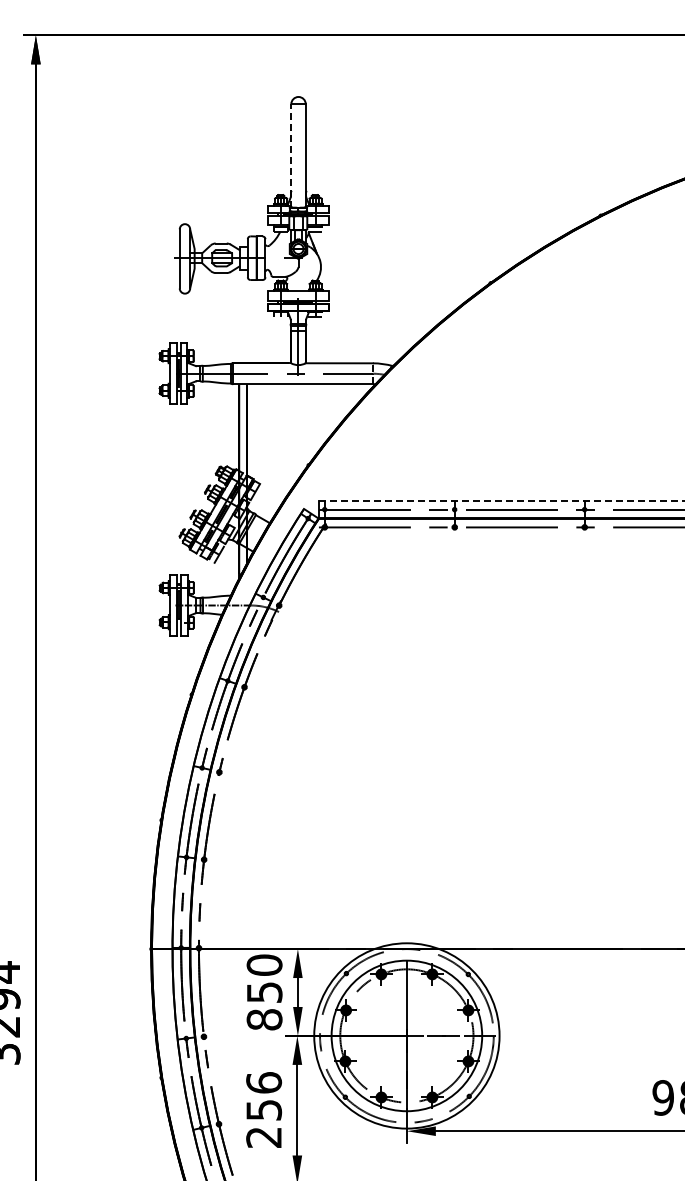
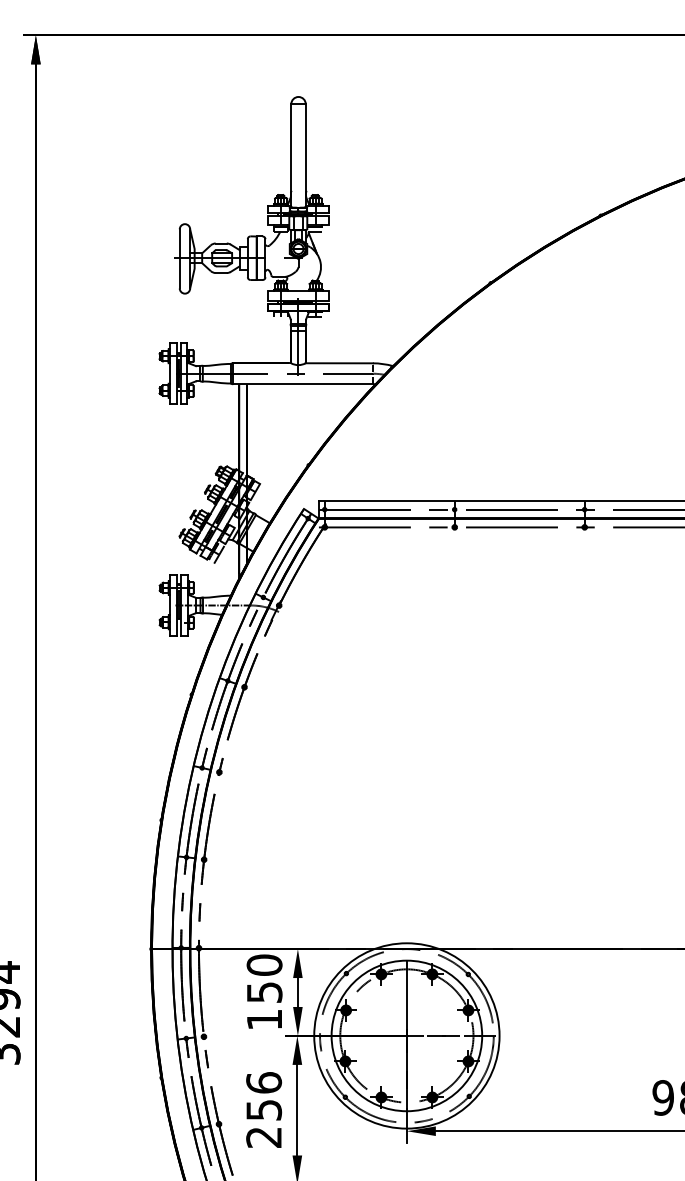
line at (291, 155): dashed -> solid
line at (501, 500): dashed -> solid
text at (264, 1019): 850 -> 150
